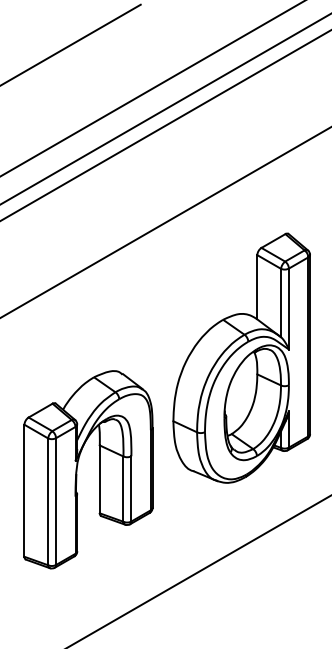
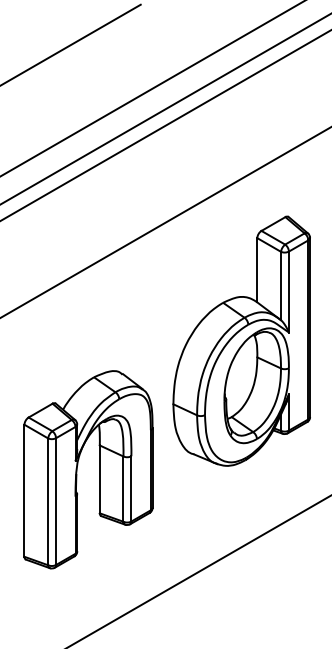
part at (241, 357) position: (241, 357) -> (241, 340)
